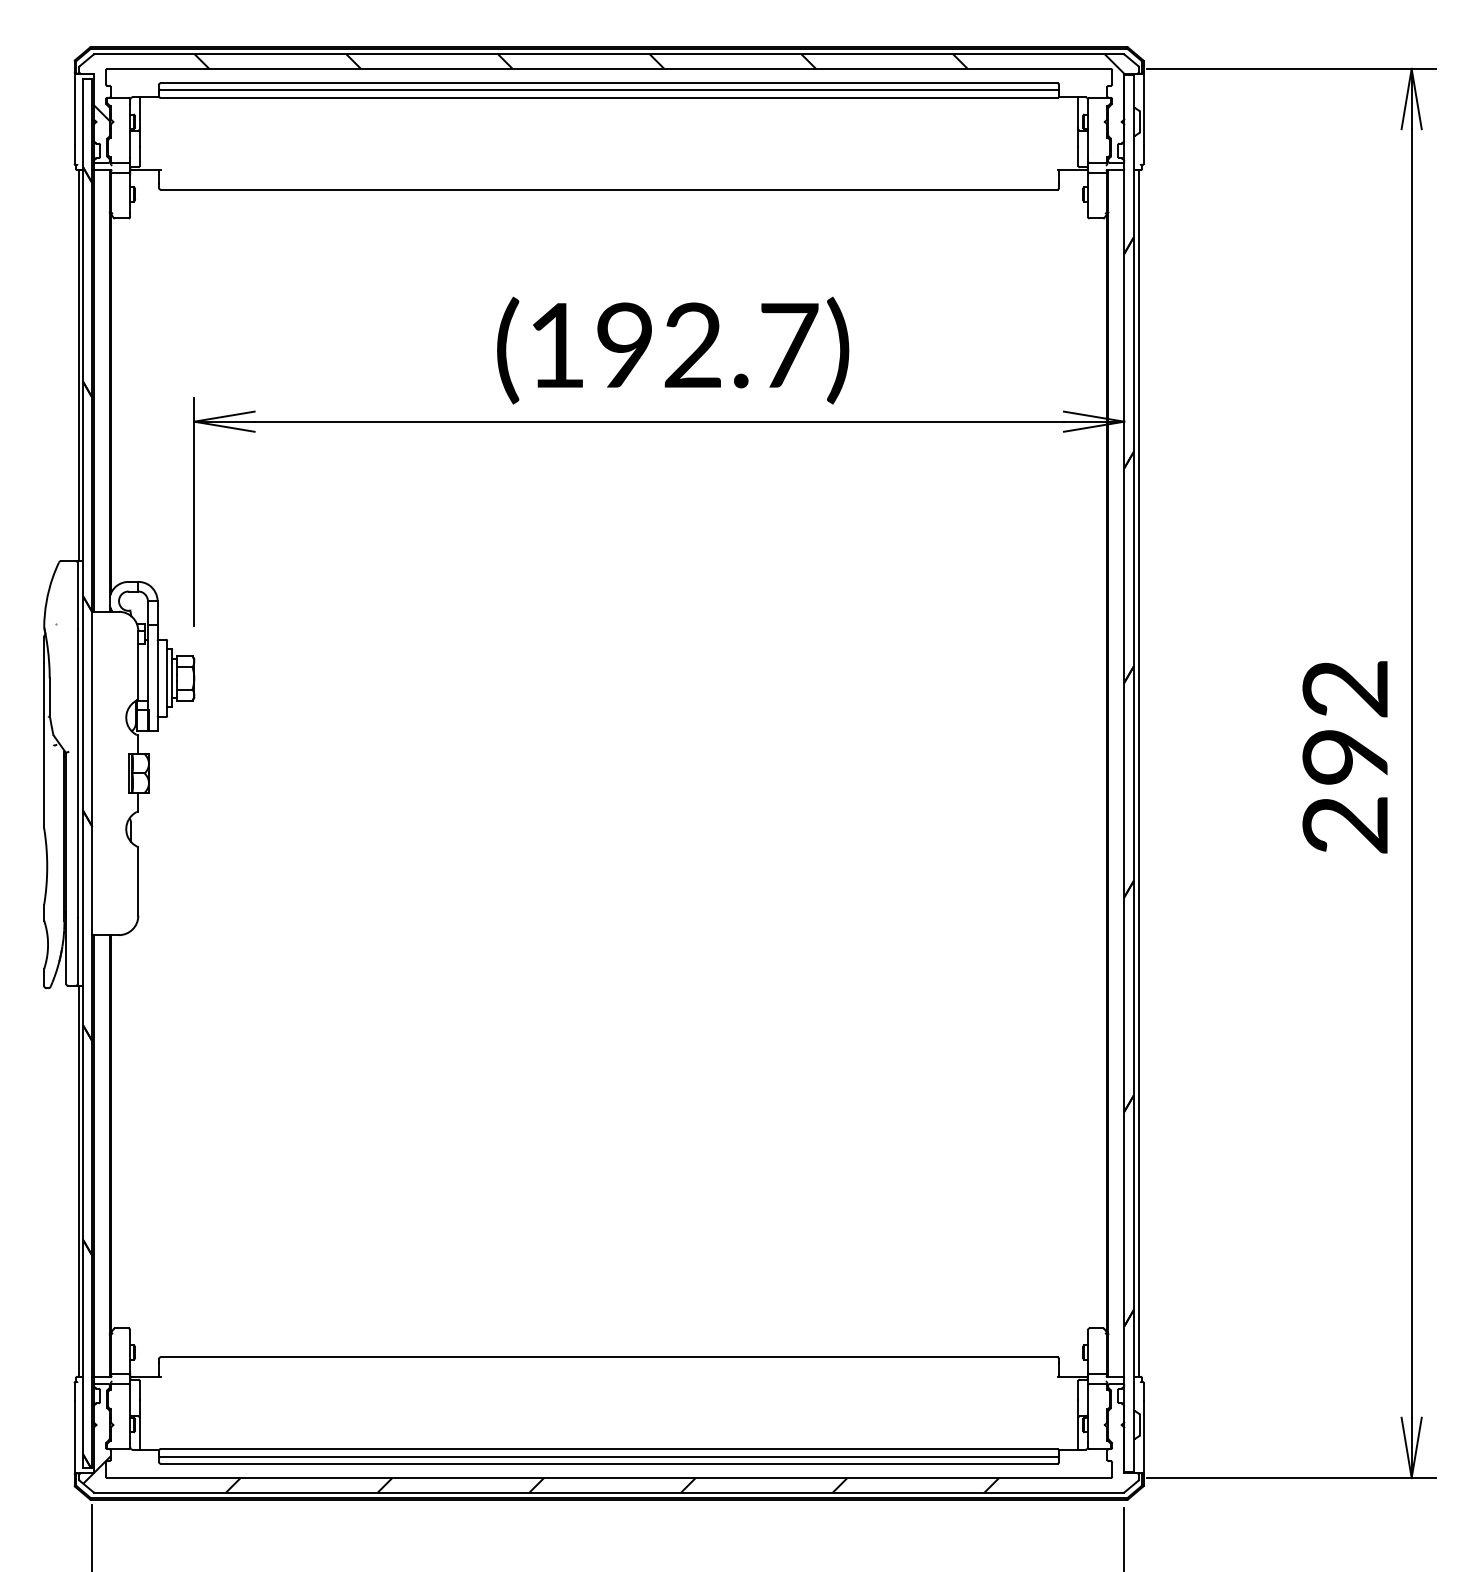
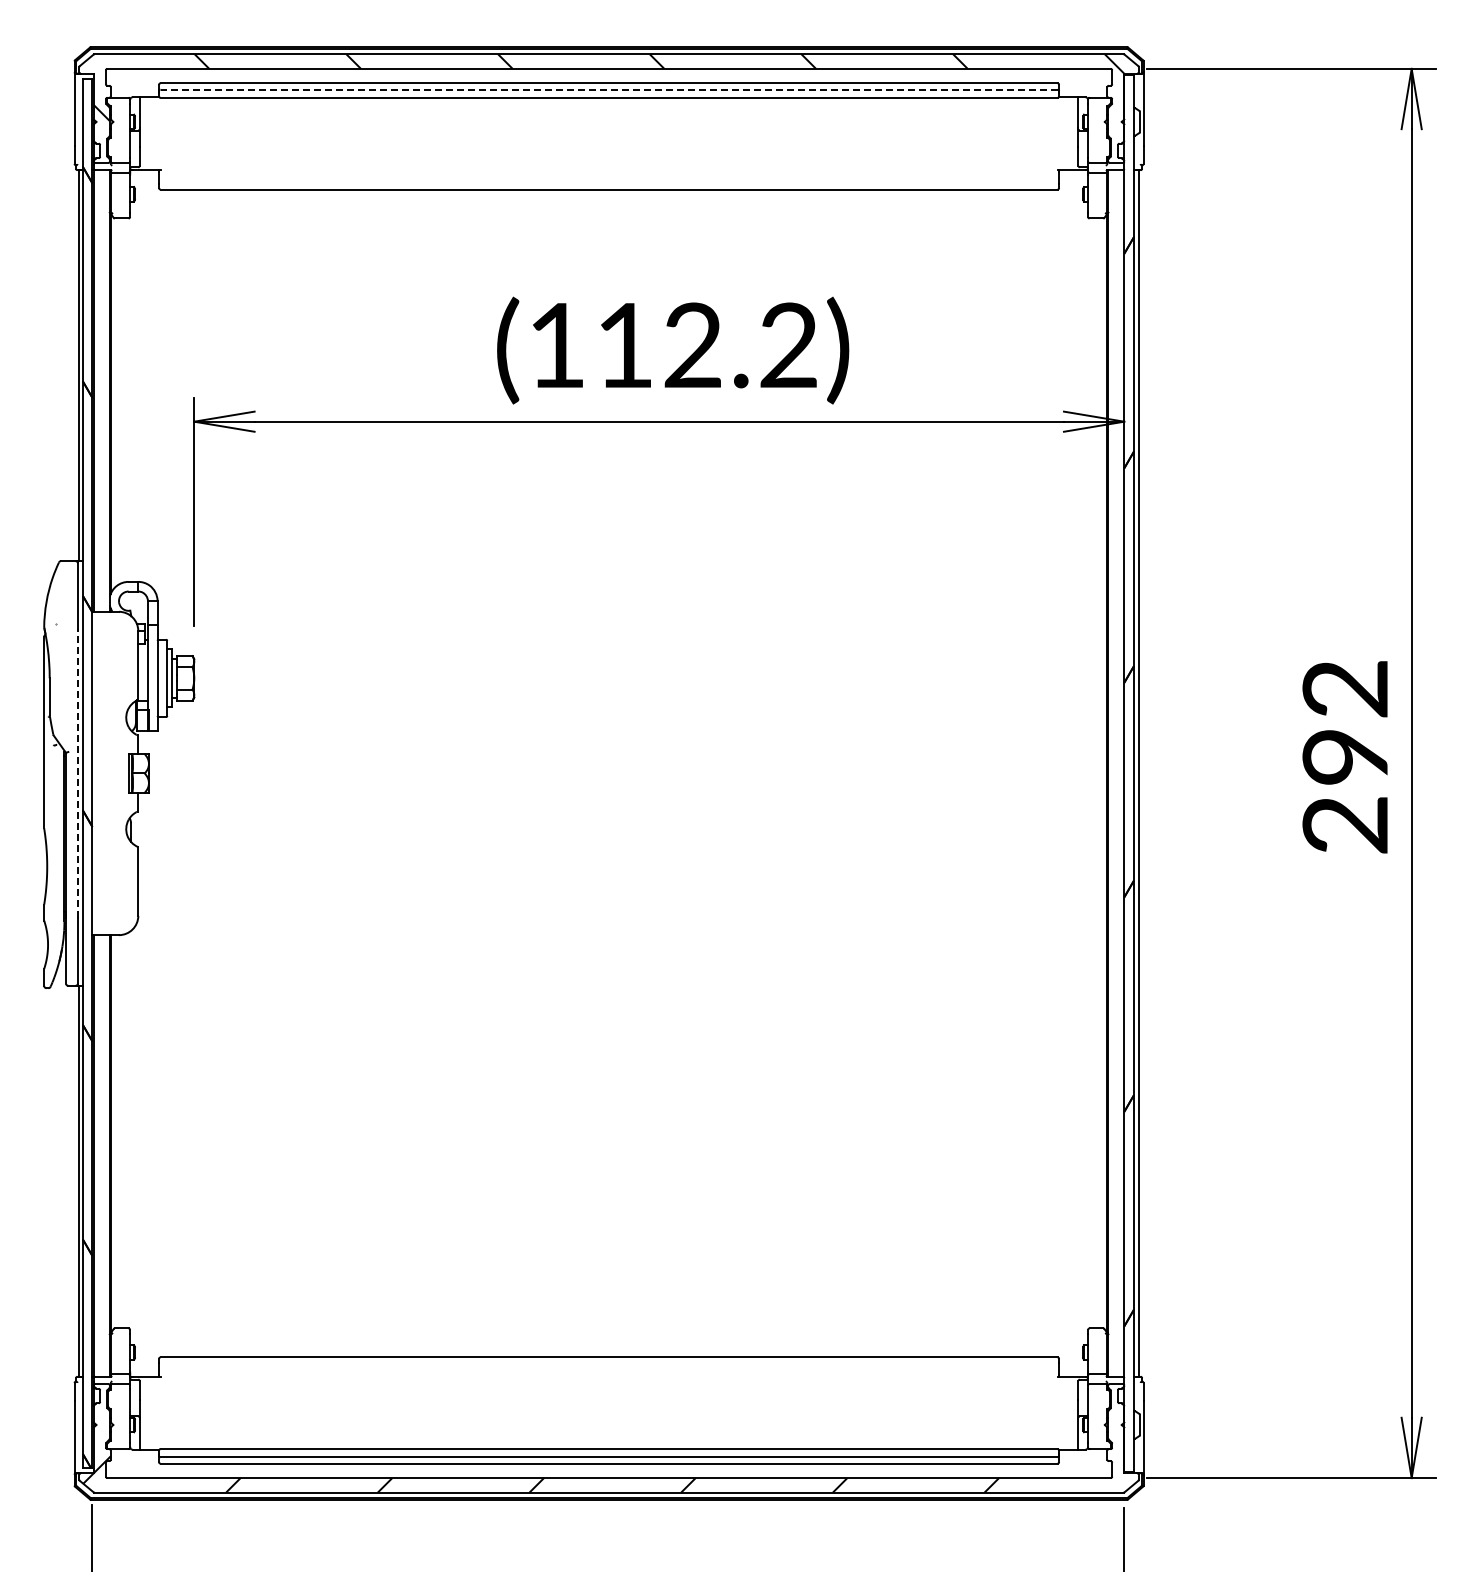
line at (609, 89): solid -> dashed
text at (707, 344): (192.7) -> (112.2)
line at (77, 773): solid -> dashed
